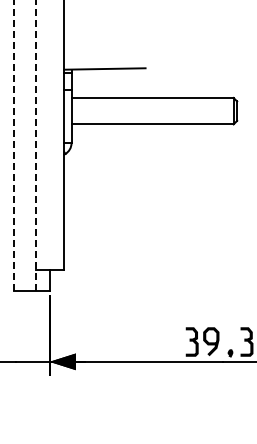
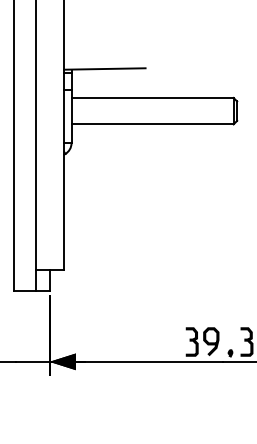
line at (14, 145): dashed -> solid
line at (36, 145): dashed -> solid
